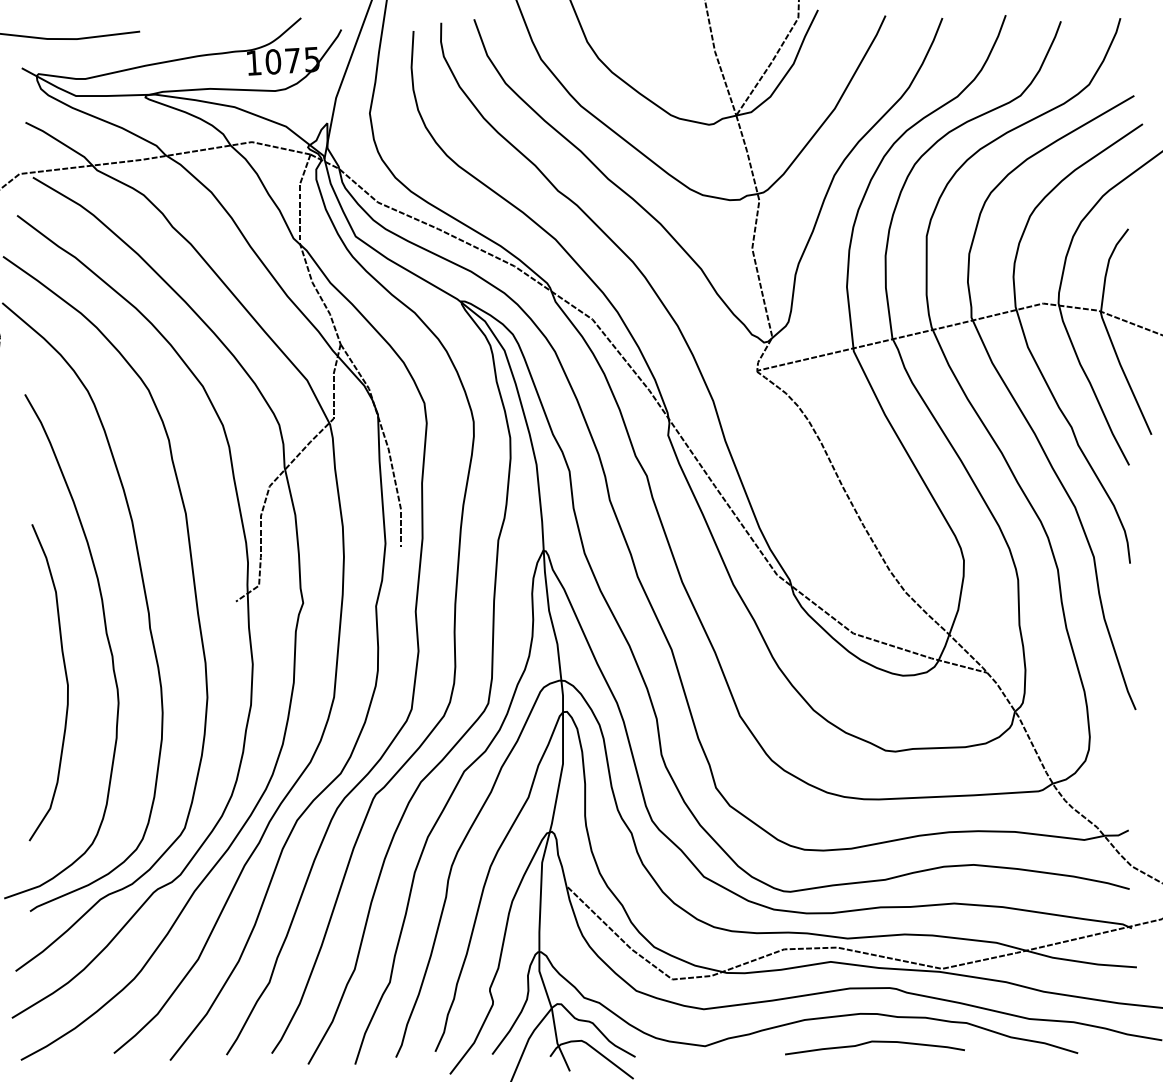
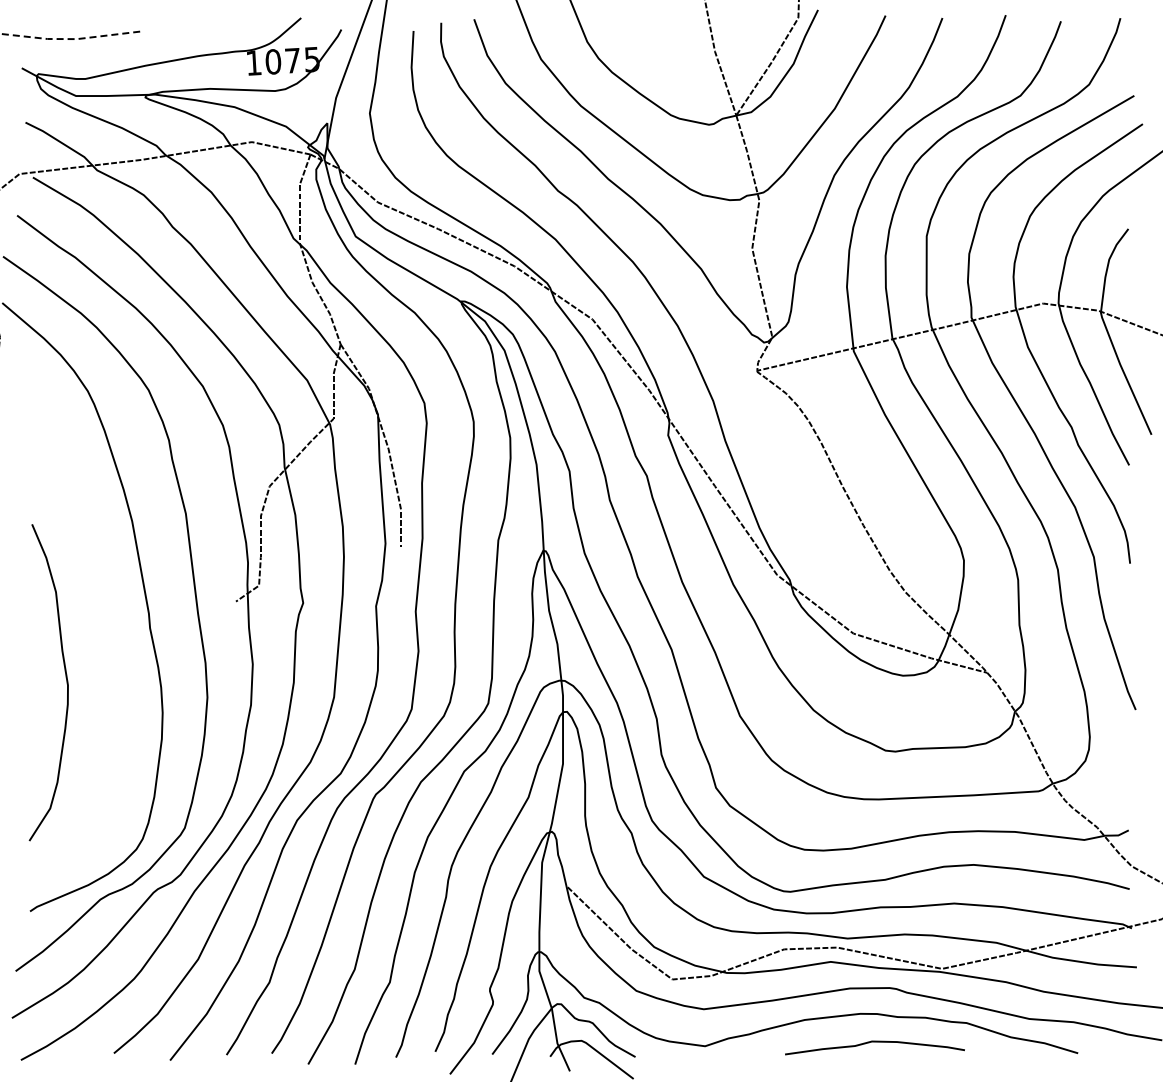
line at (70, 39): solid -> dashed
curve at (105, 633): present -> none
